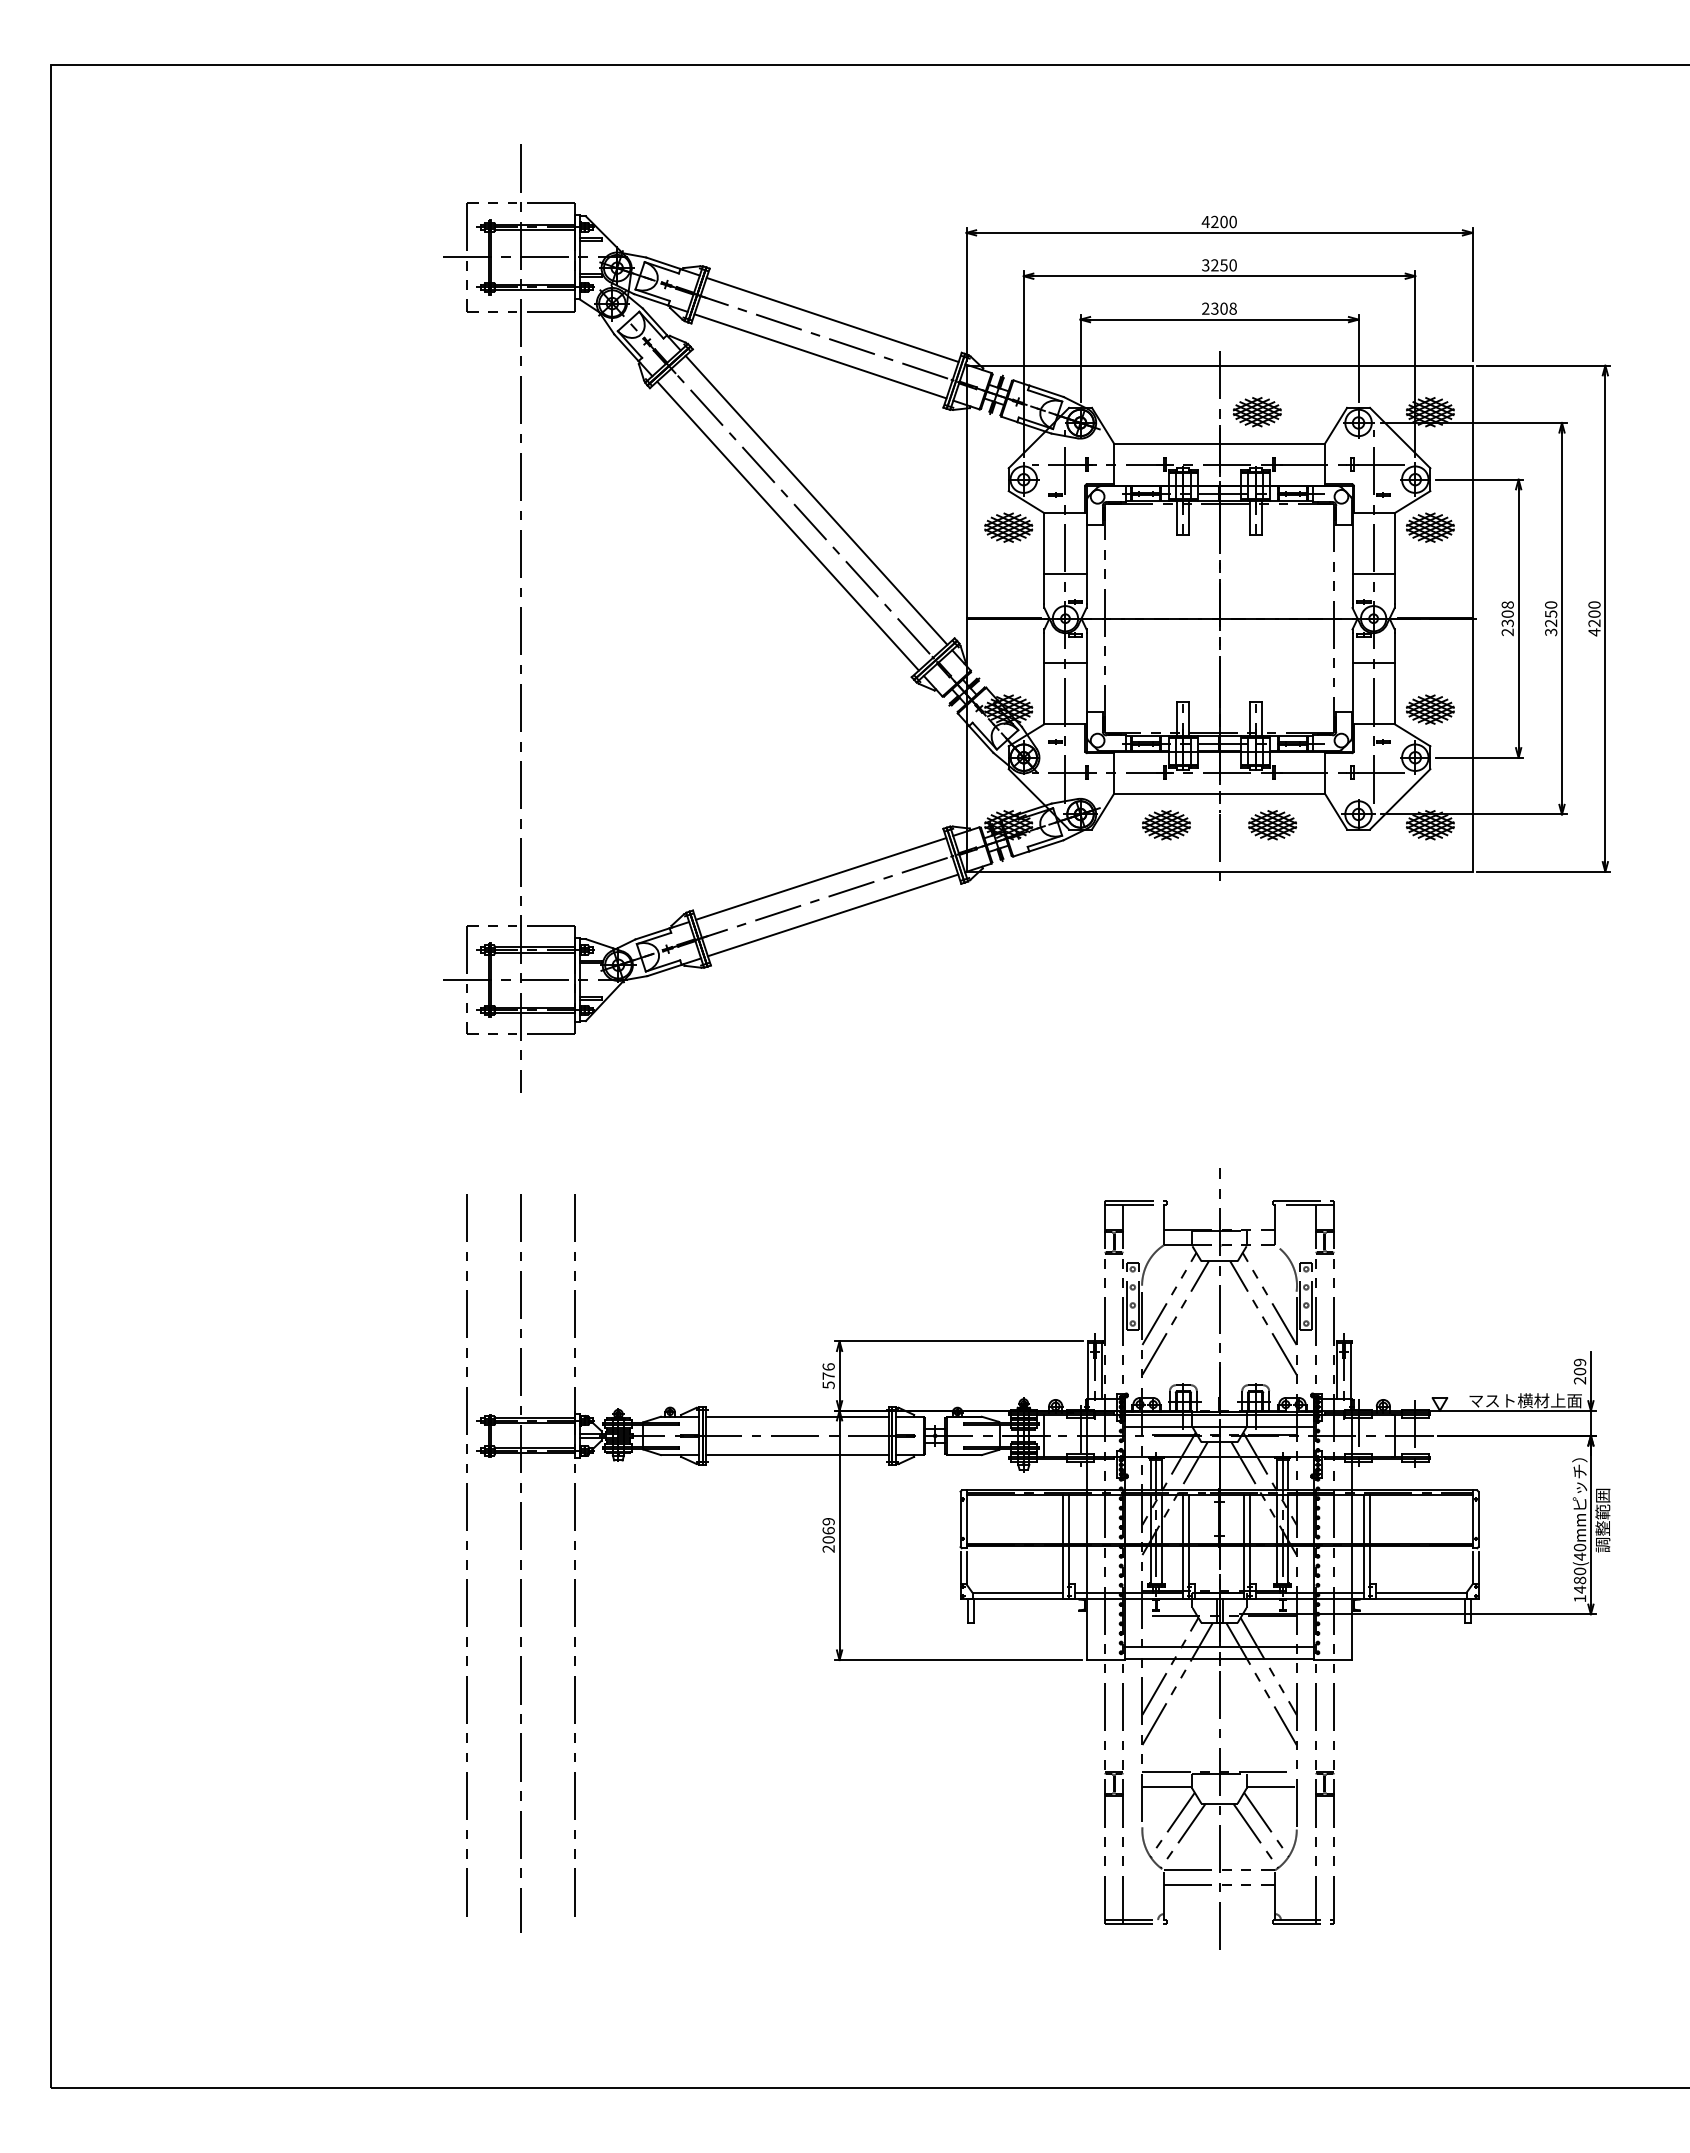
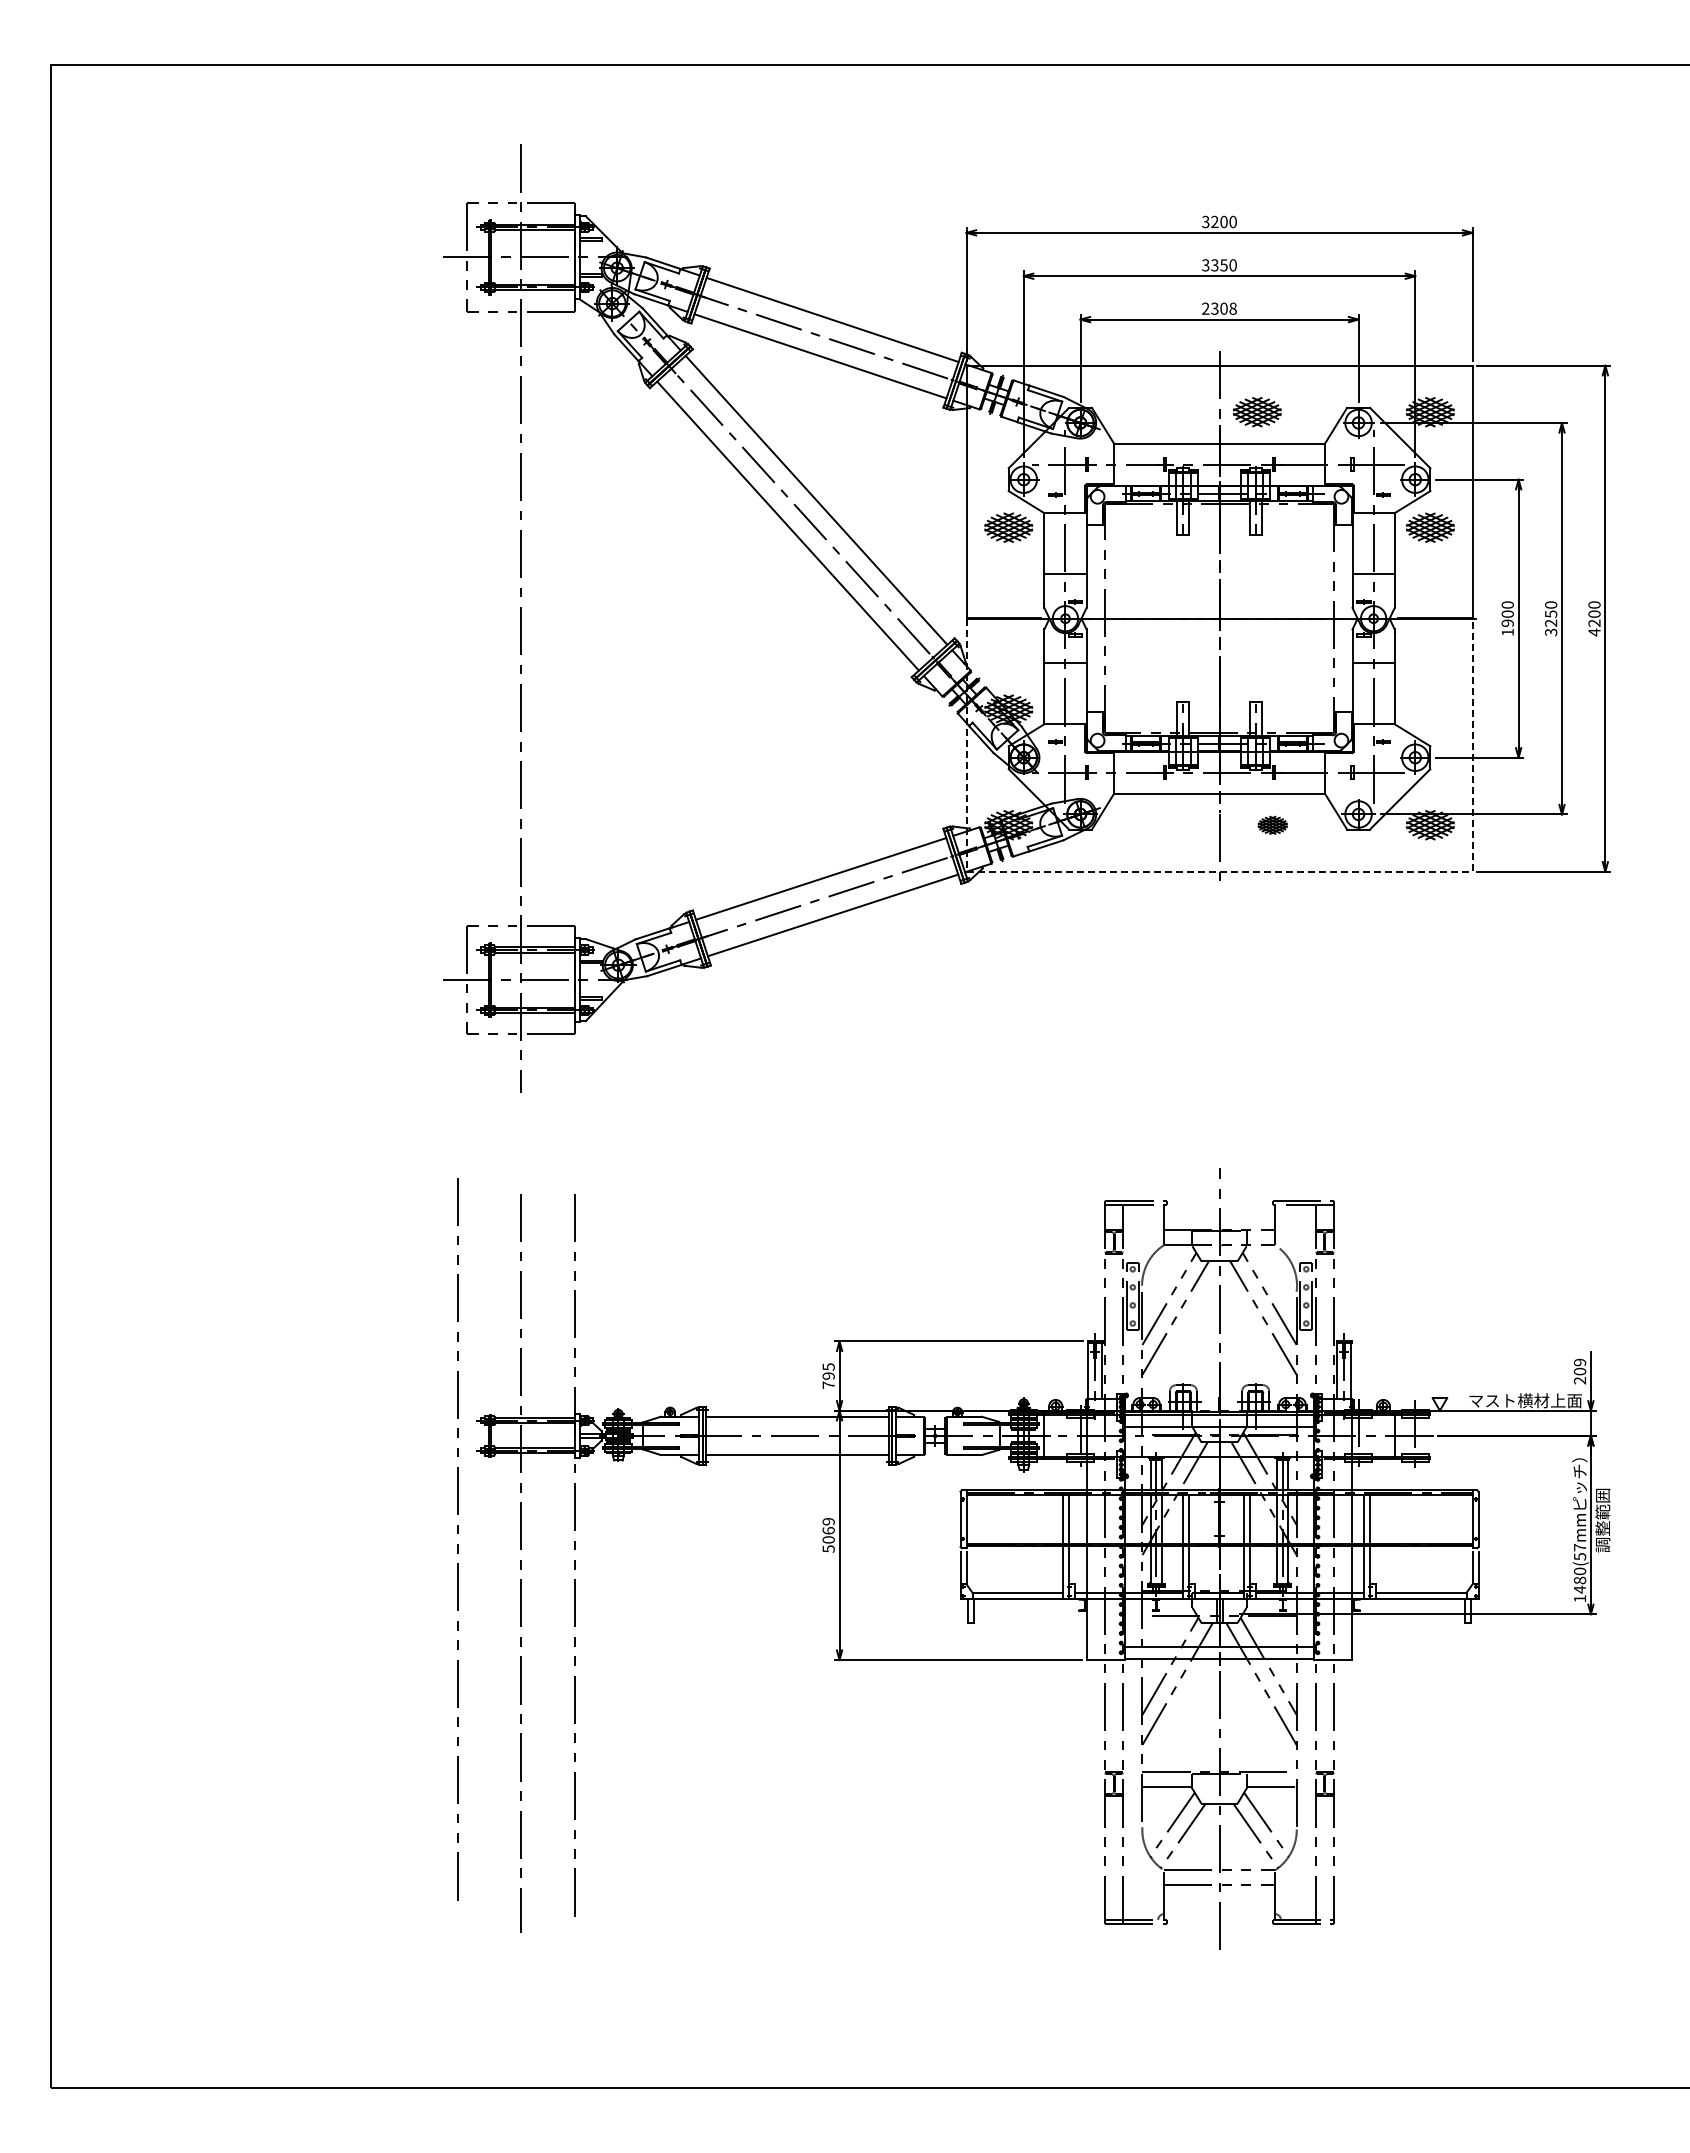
text at (1205, 221): 4200 -> 3200
text at (1214, 265): 3250 -> 3350
text at (1507, 618): 2308 -> 1900
part at (1430, 709): present -> none
part at (1166, 825): present -> none
part at (1272, 825) size: 50x31 px -> 31x20 px
line at (1219, 871): solid -> dashed
text at (828, 1376): 576 -> 795
text at (828, 1548): 2069 -> 5069
text at (1579, 1551): 1480(40mm -> 1480(57mm
line at (466, 1560) position: (466, 1560) -> (457, 1544)
